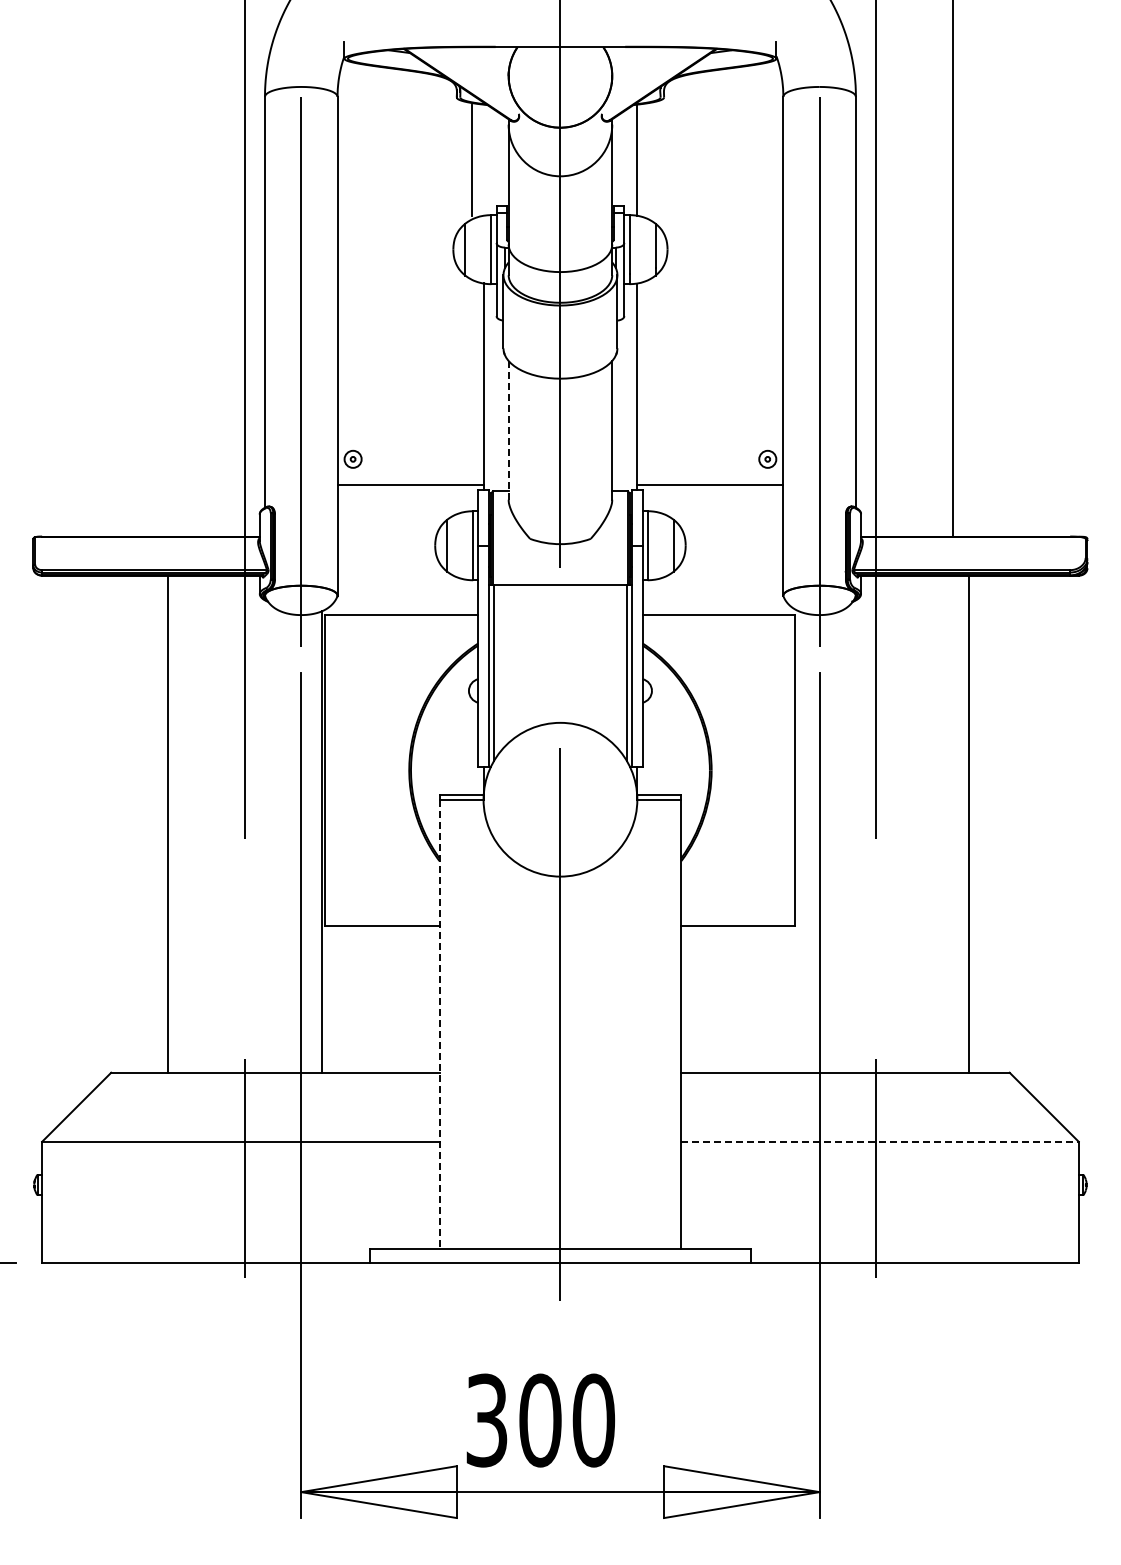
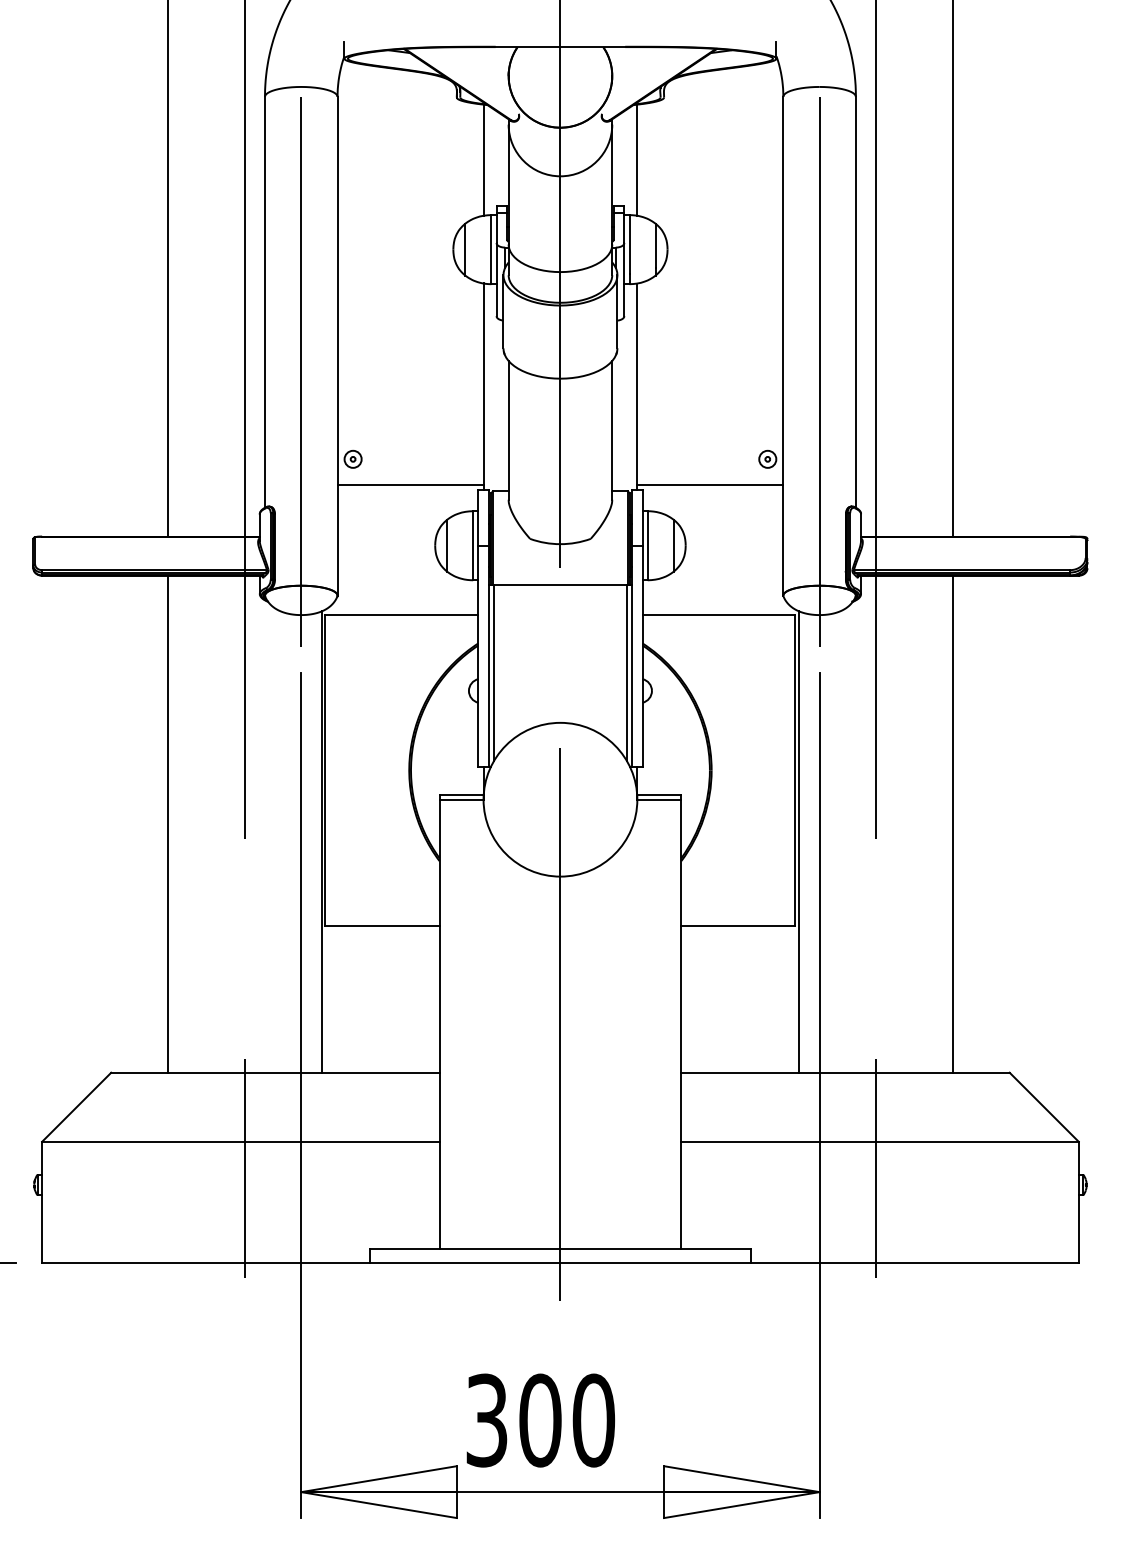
line at (471, 159) position: (471, 159) -> (483, 159)
line at (168, 269): none -> present
line at (508, 430): dashed -> solid
line at (968, 823) position: (968, 823) -> (952, 823)
line at (798, 841): none -> present
line at (439, 1024): dashed -> solid
line at (880, 1141): dashed -> solid
